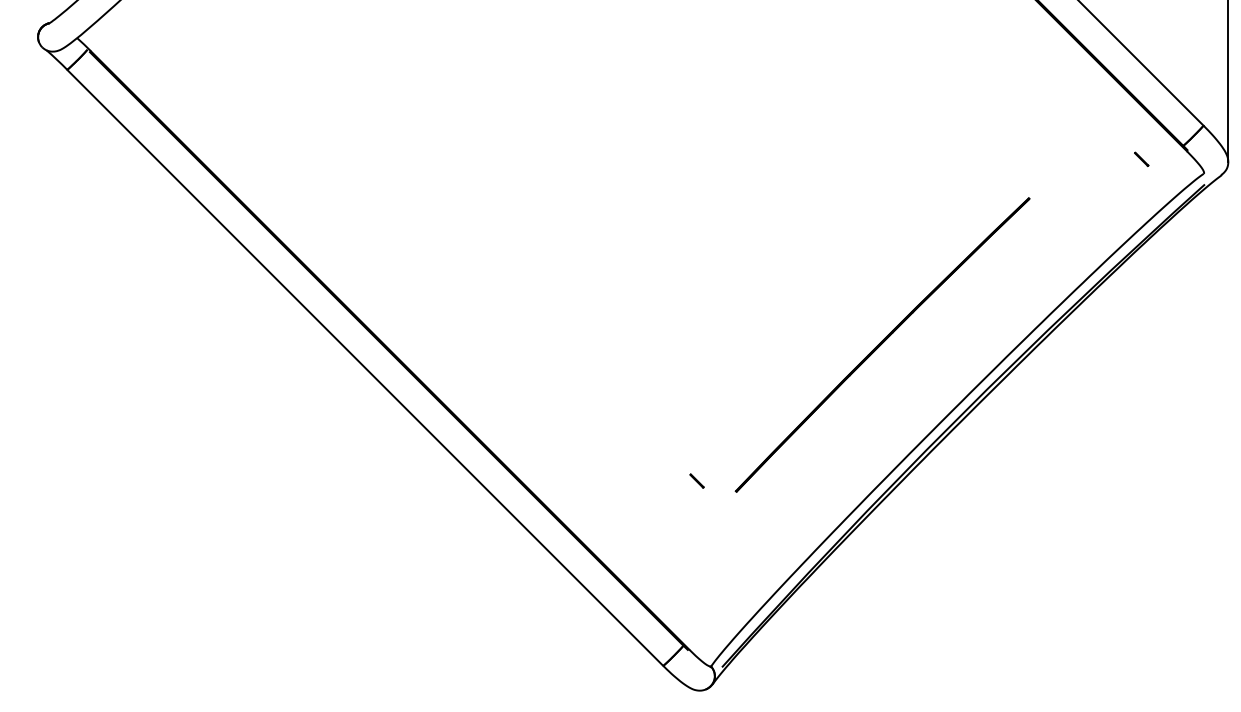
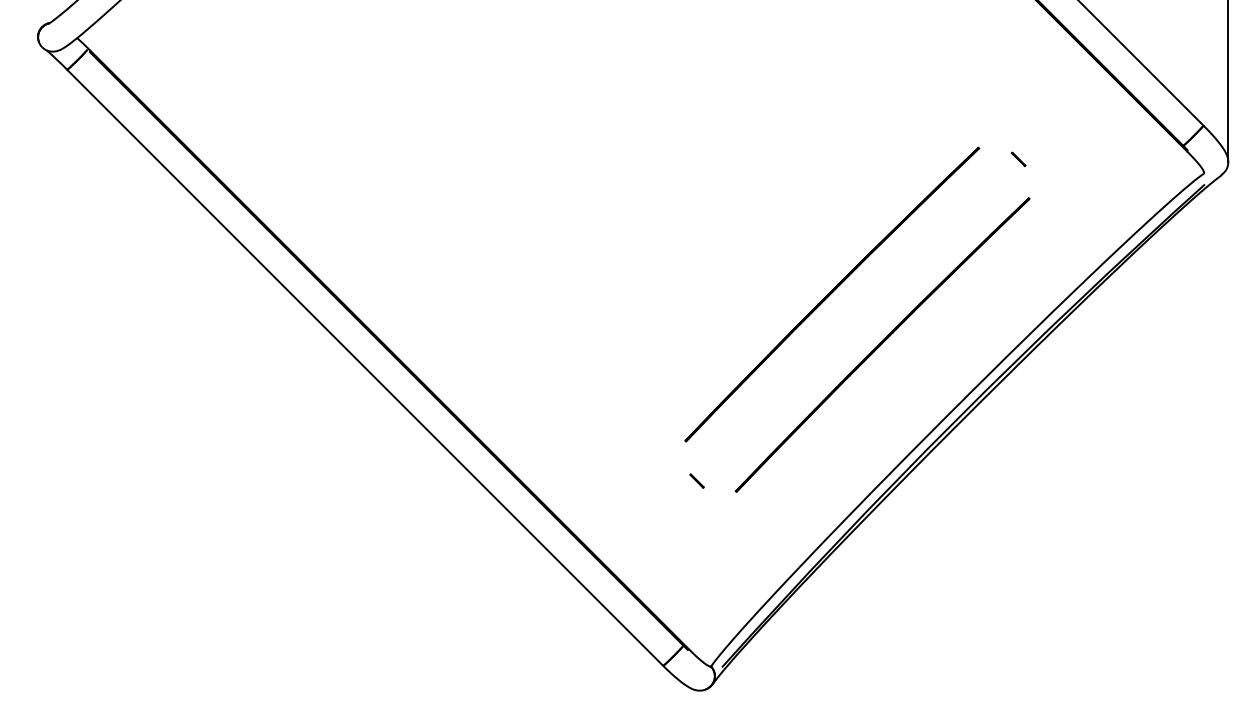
line at (1141, 158) position: (1141, 158) -> (1018, 158)
part at (832, 294): none -> present
